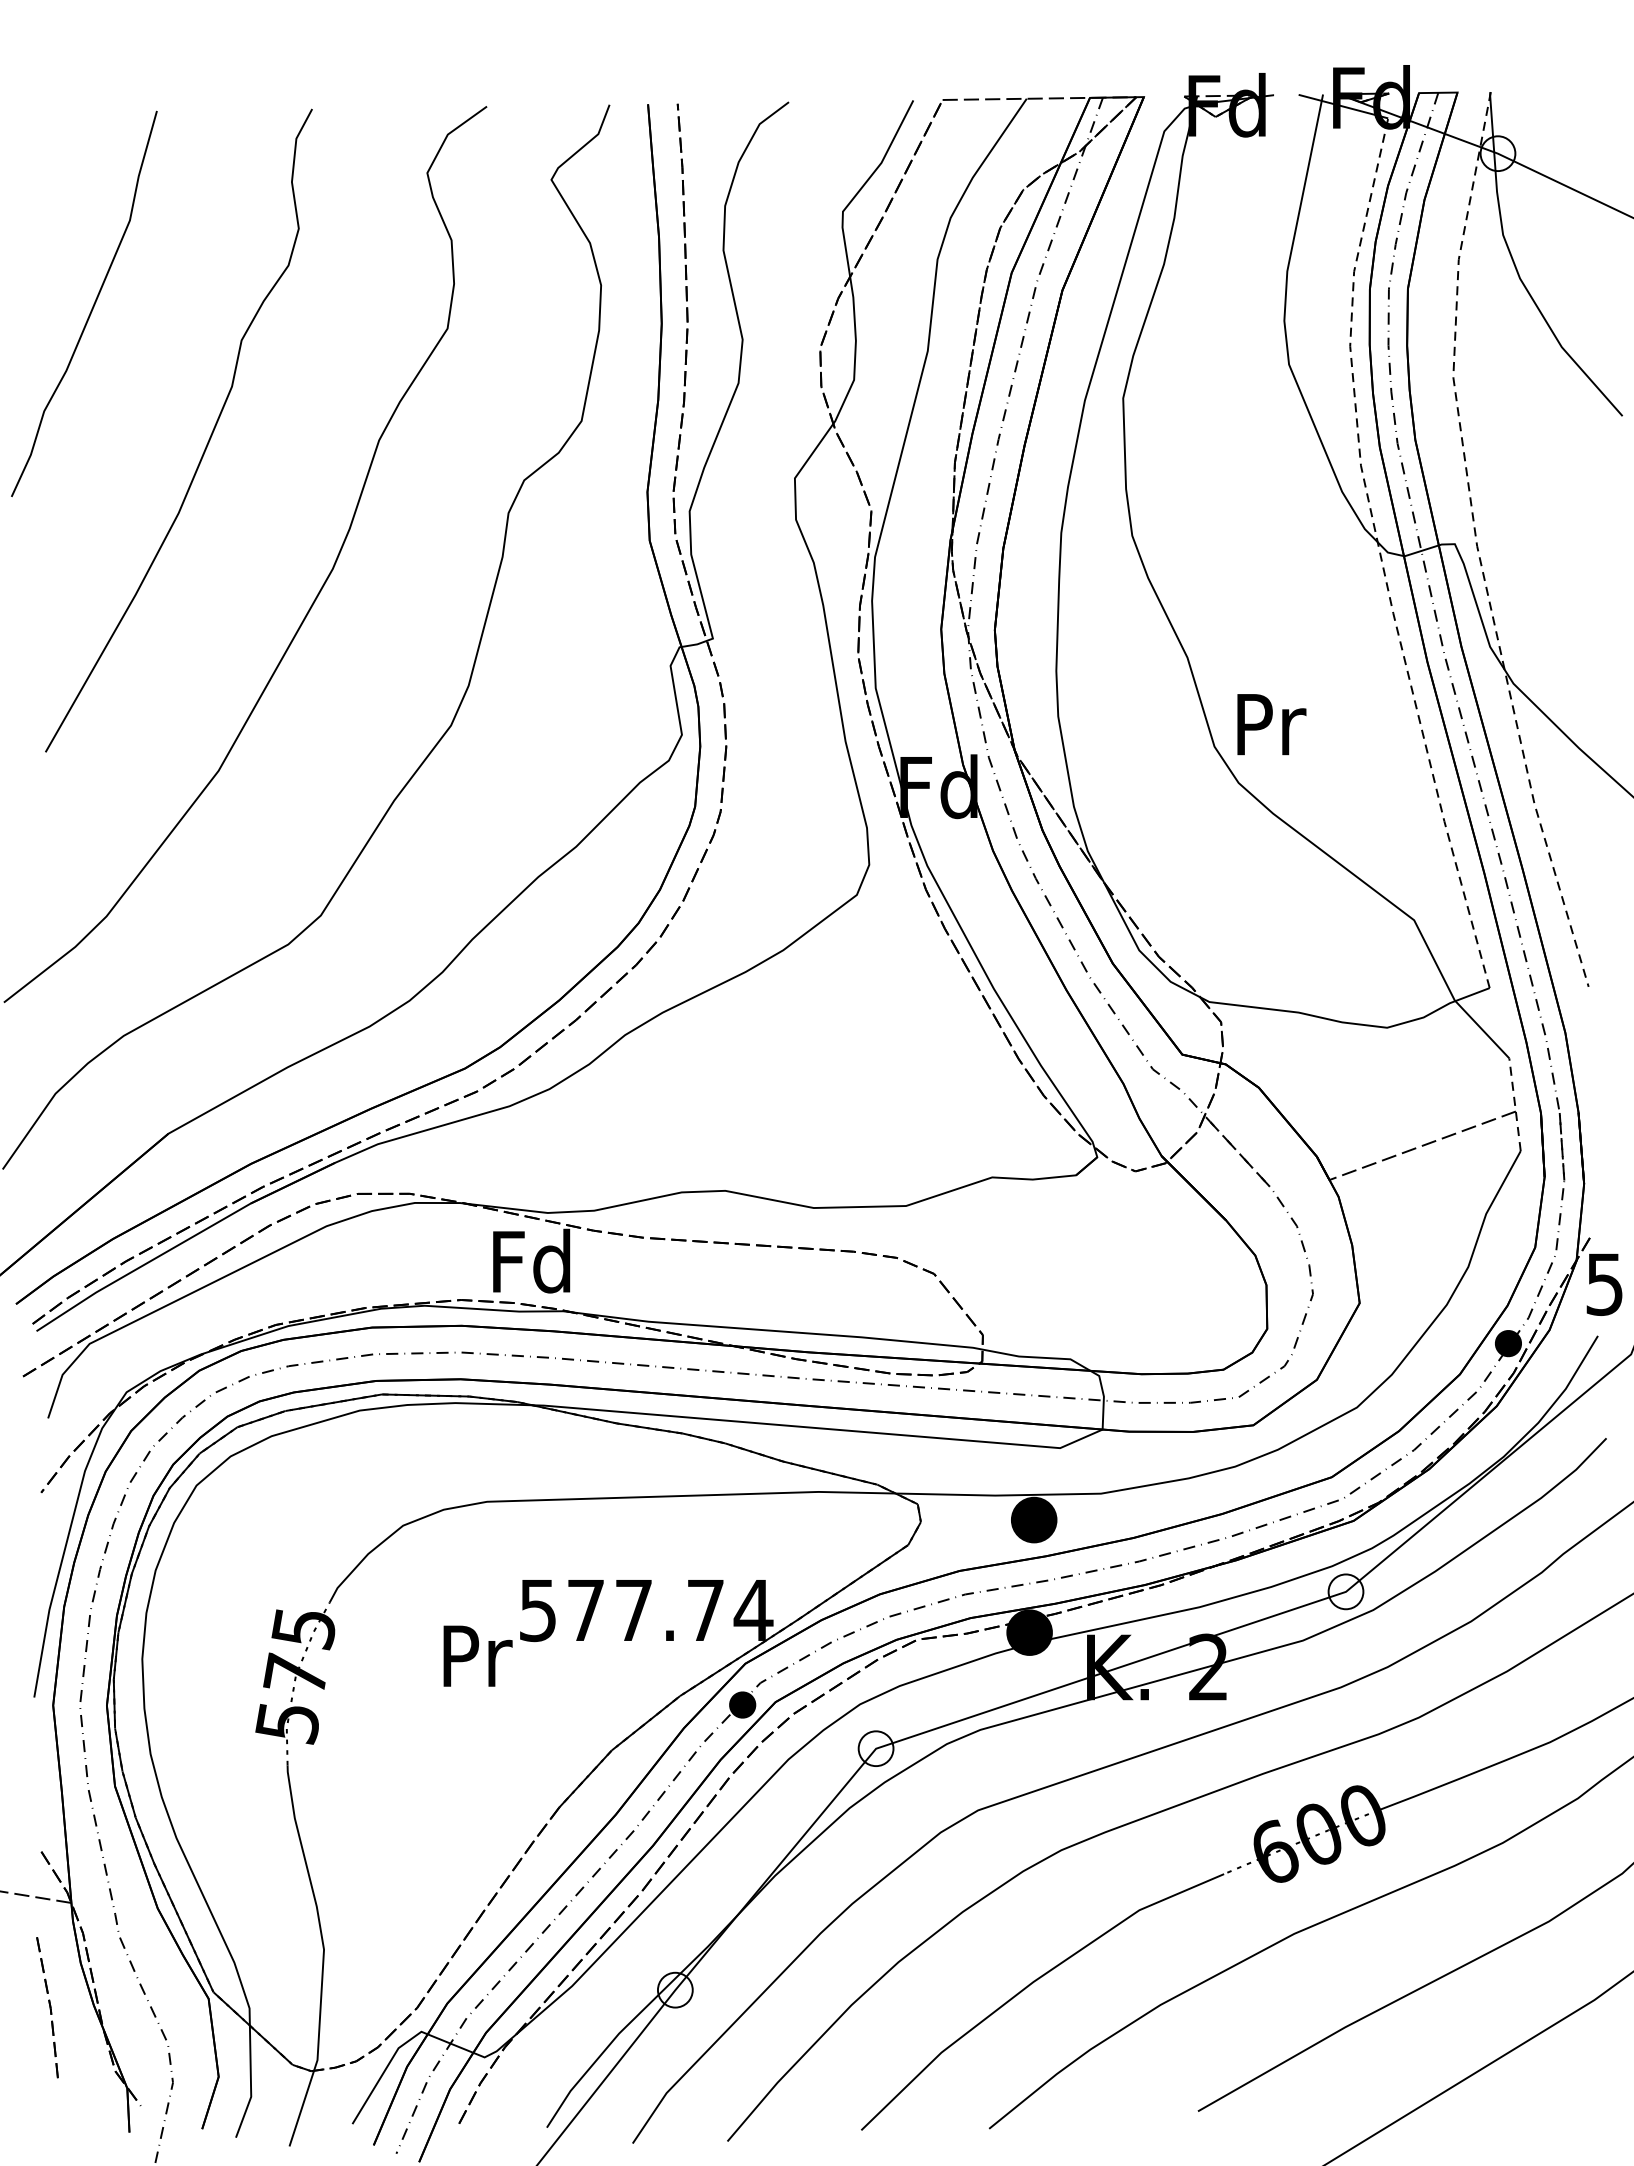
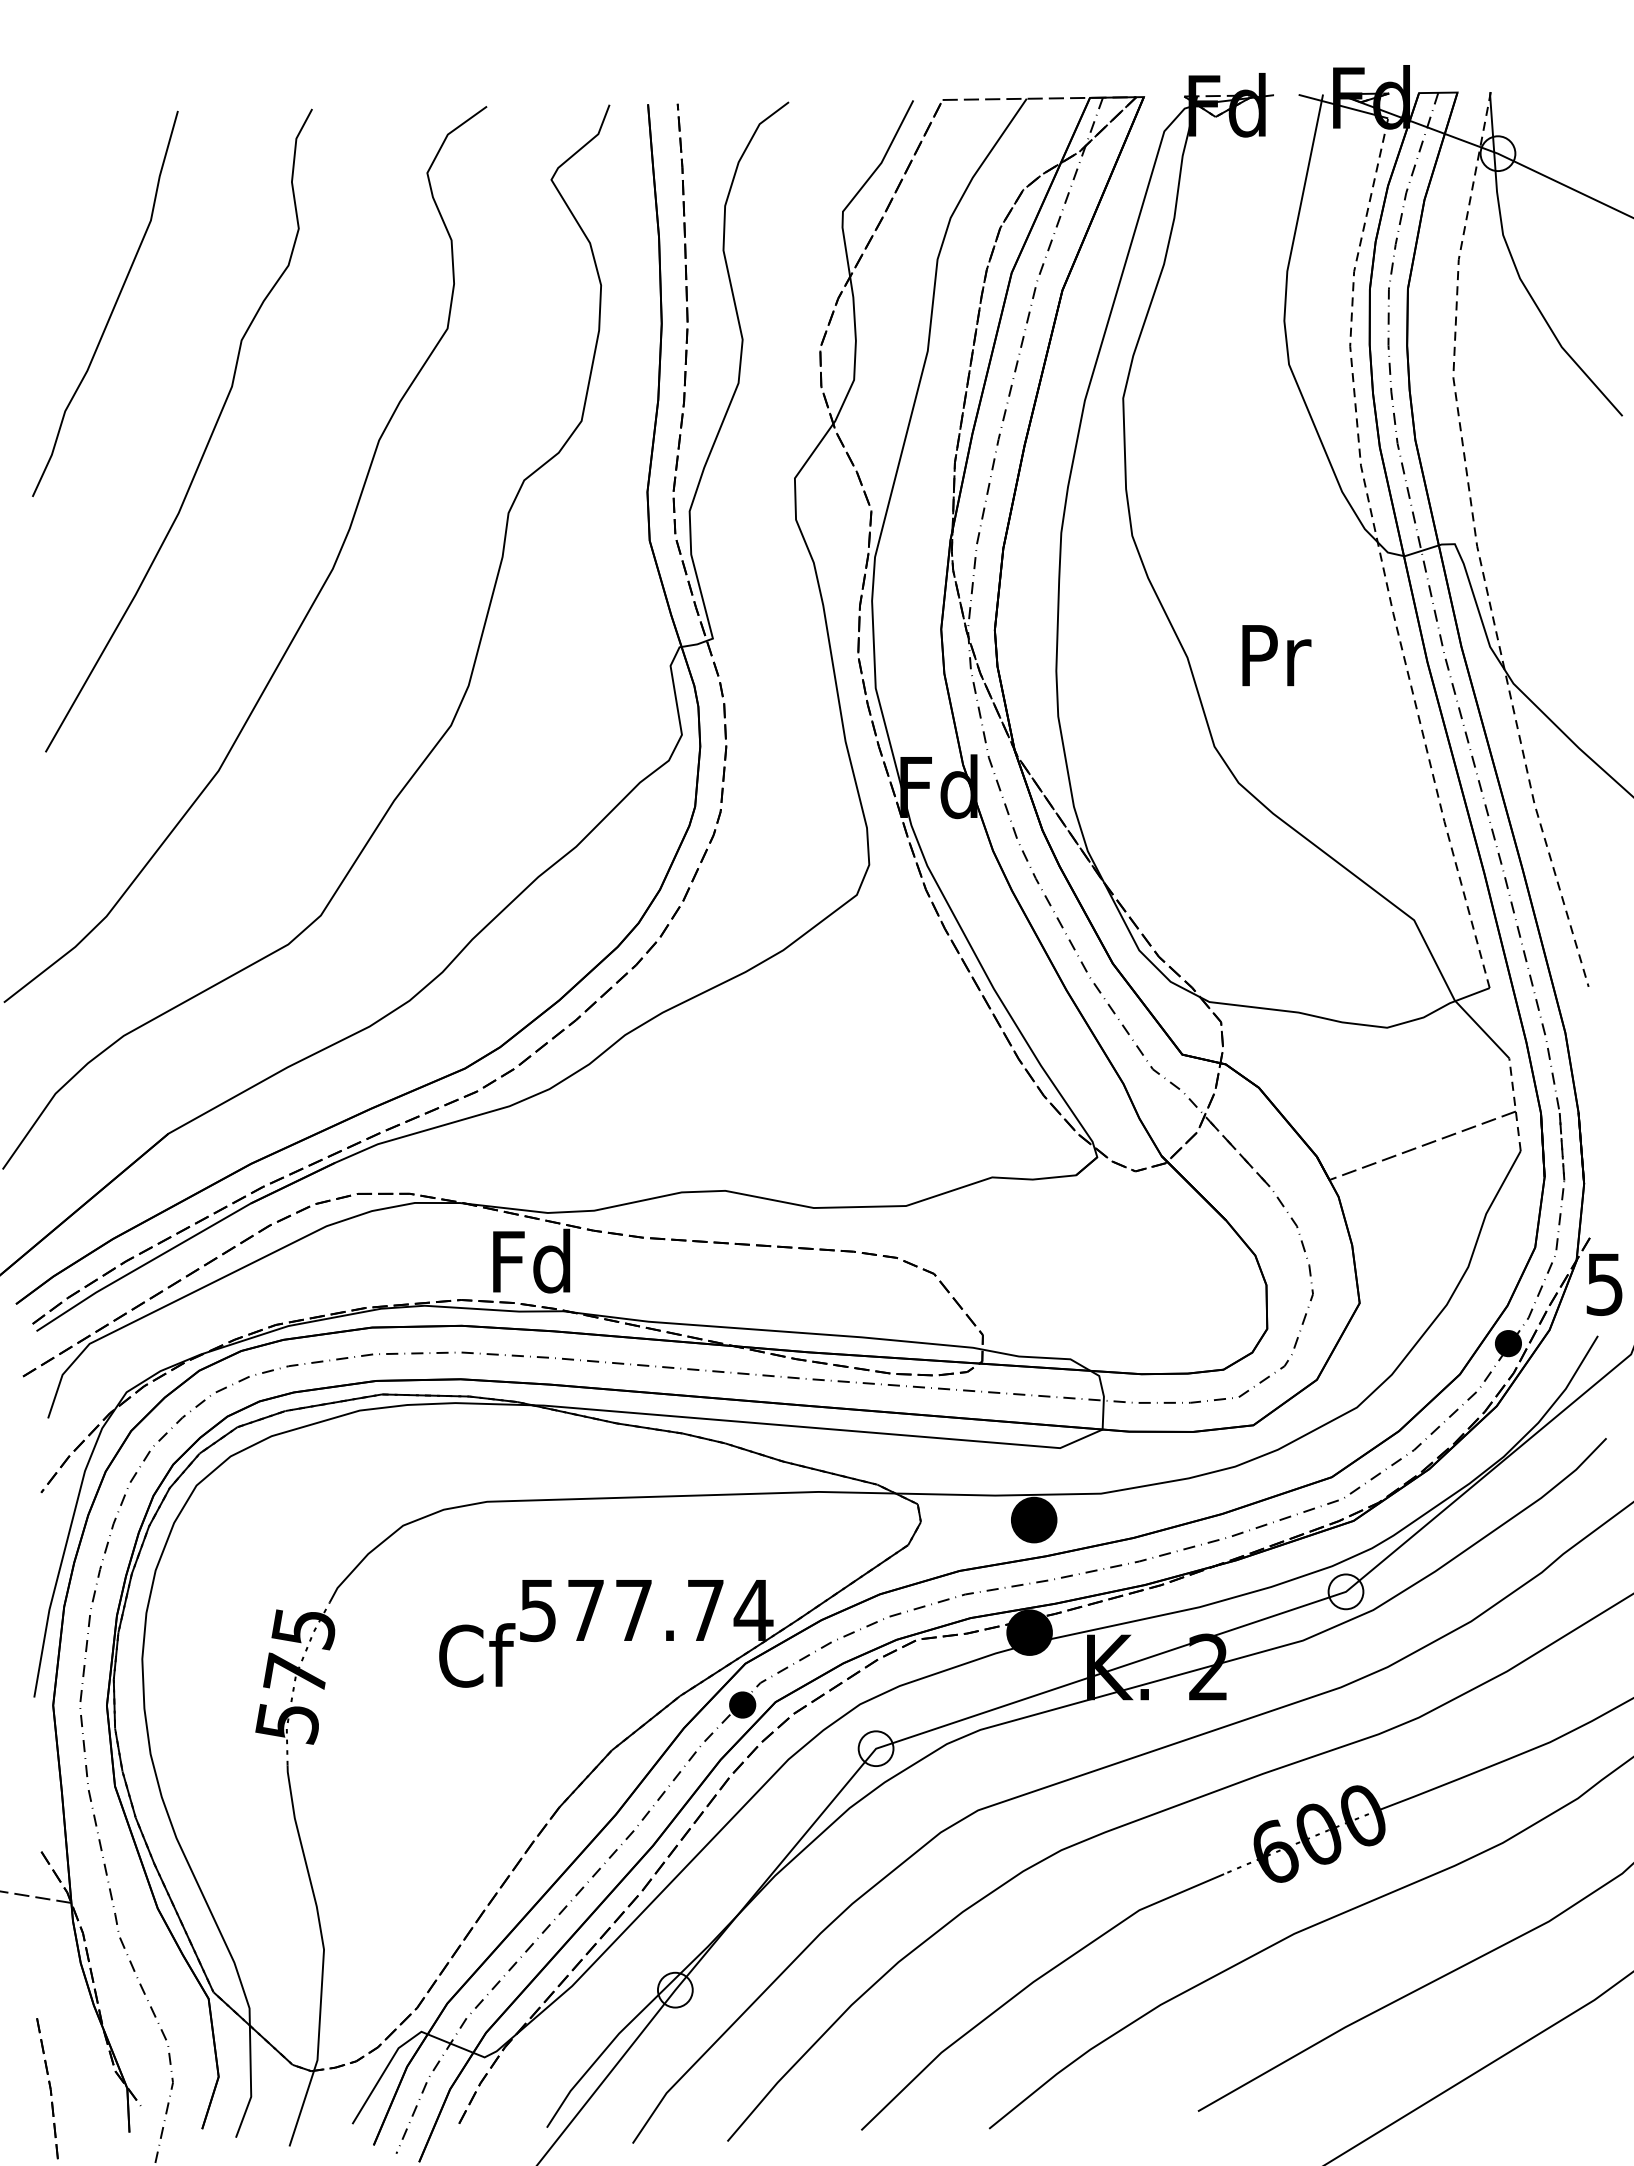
curve at (92, 306) position: (92, 306) -> (113, 306)
text at (1271, 724) position: (1271, 724) -> (1276, 655)
text at (477, 1655): Pr -> Cf
part at (47, 2007) position: (47, 2007) -> (47, 2088)
